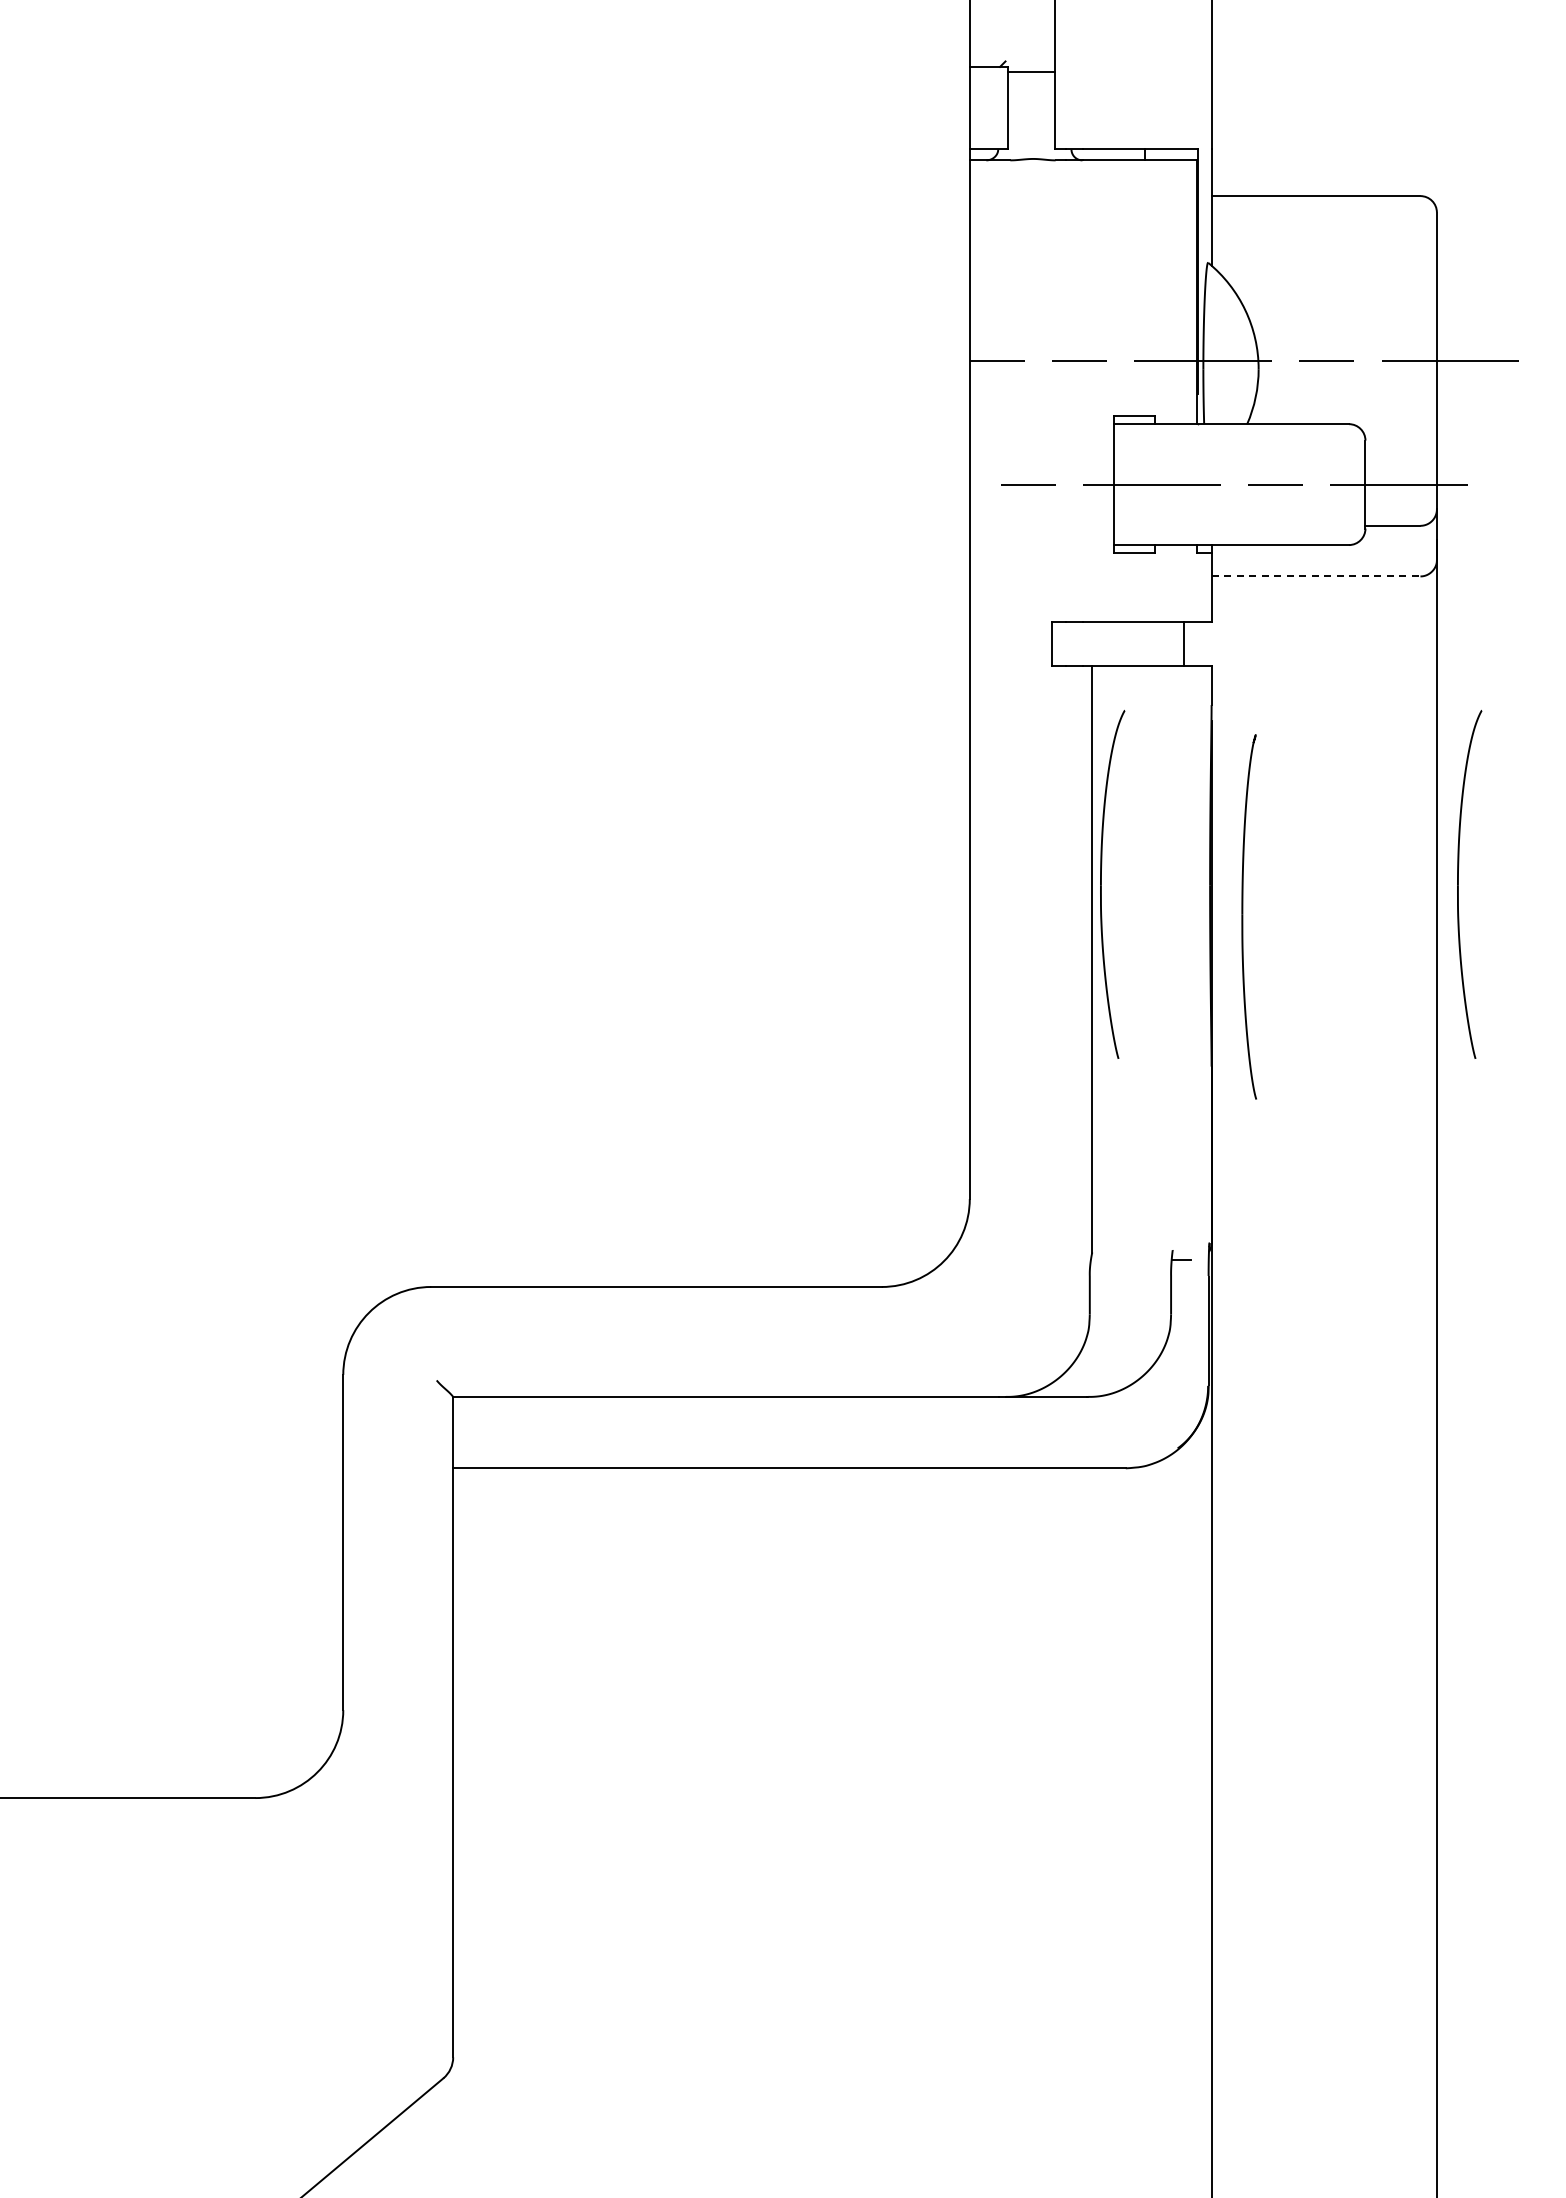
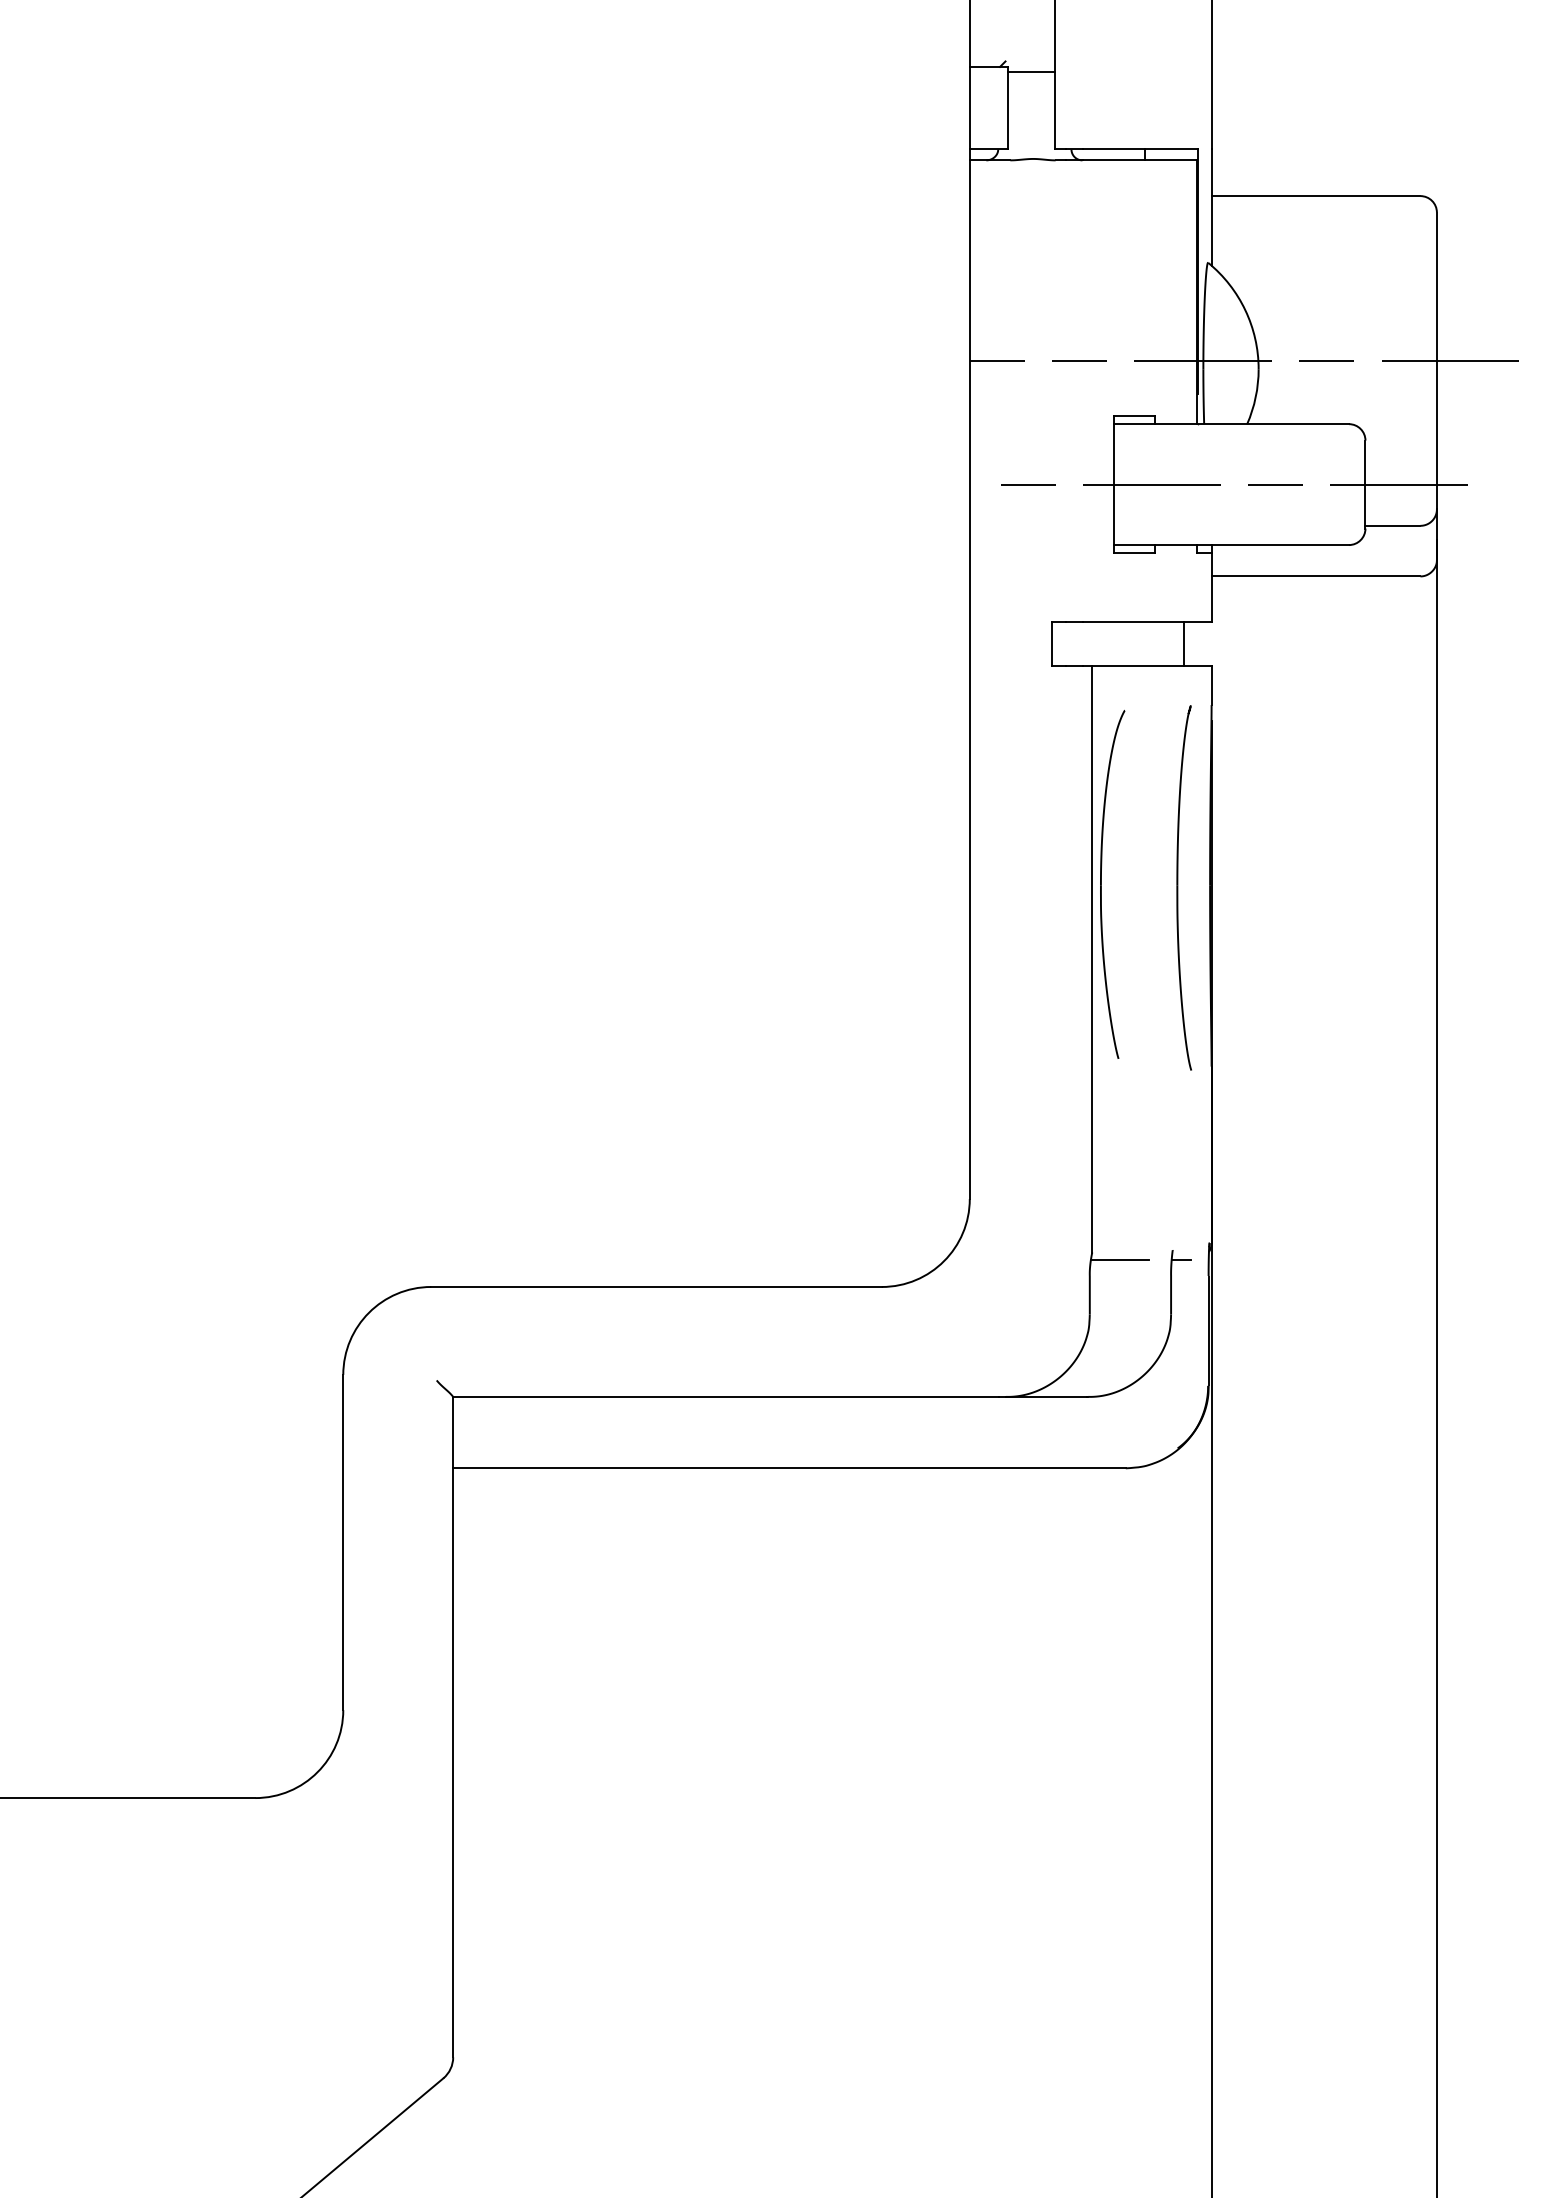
line at (1316, 576): dashed -> solid
part at (1458, 884): present -> none
part at (1248, 916) position: (1248, 916) -> (1183, 887)
line at (1119, 1259): none -> present
